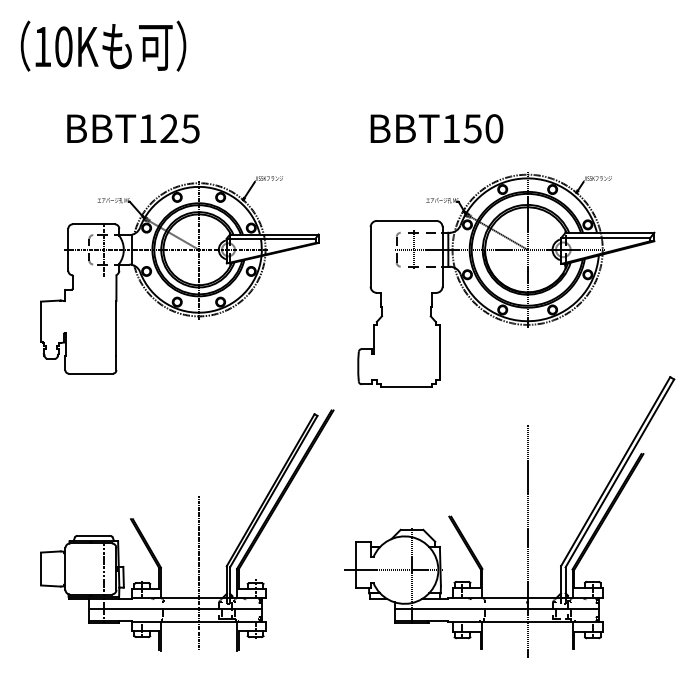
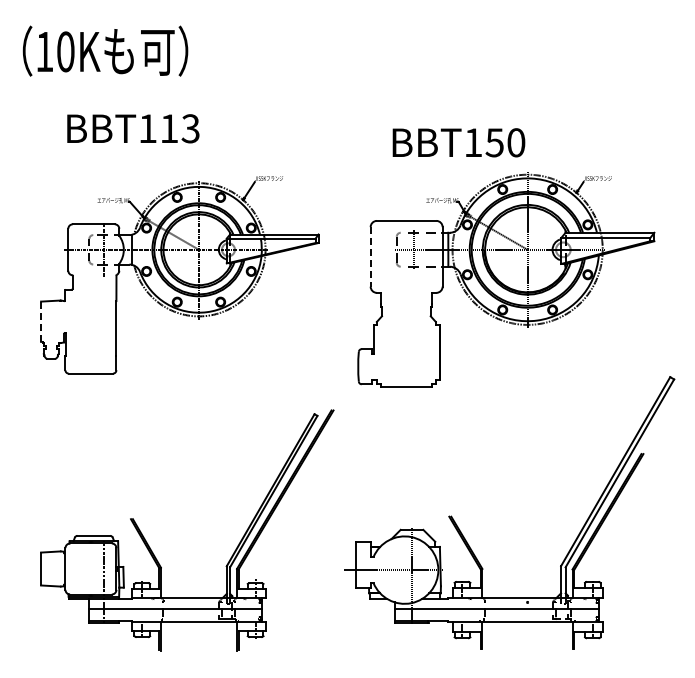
text at (103, 45) position: (103, 45) -> (105, 50)
text at (179, 128): BBT125 -> BBT113
text at (436, 128) position: (436, 128) -> (458, 142)
line at (370, 256): solid -> dashed
line at (41, 321): solid -> dashed
line at (527, 541): present -> none
line at (198, 572): present -> none
